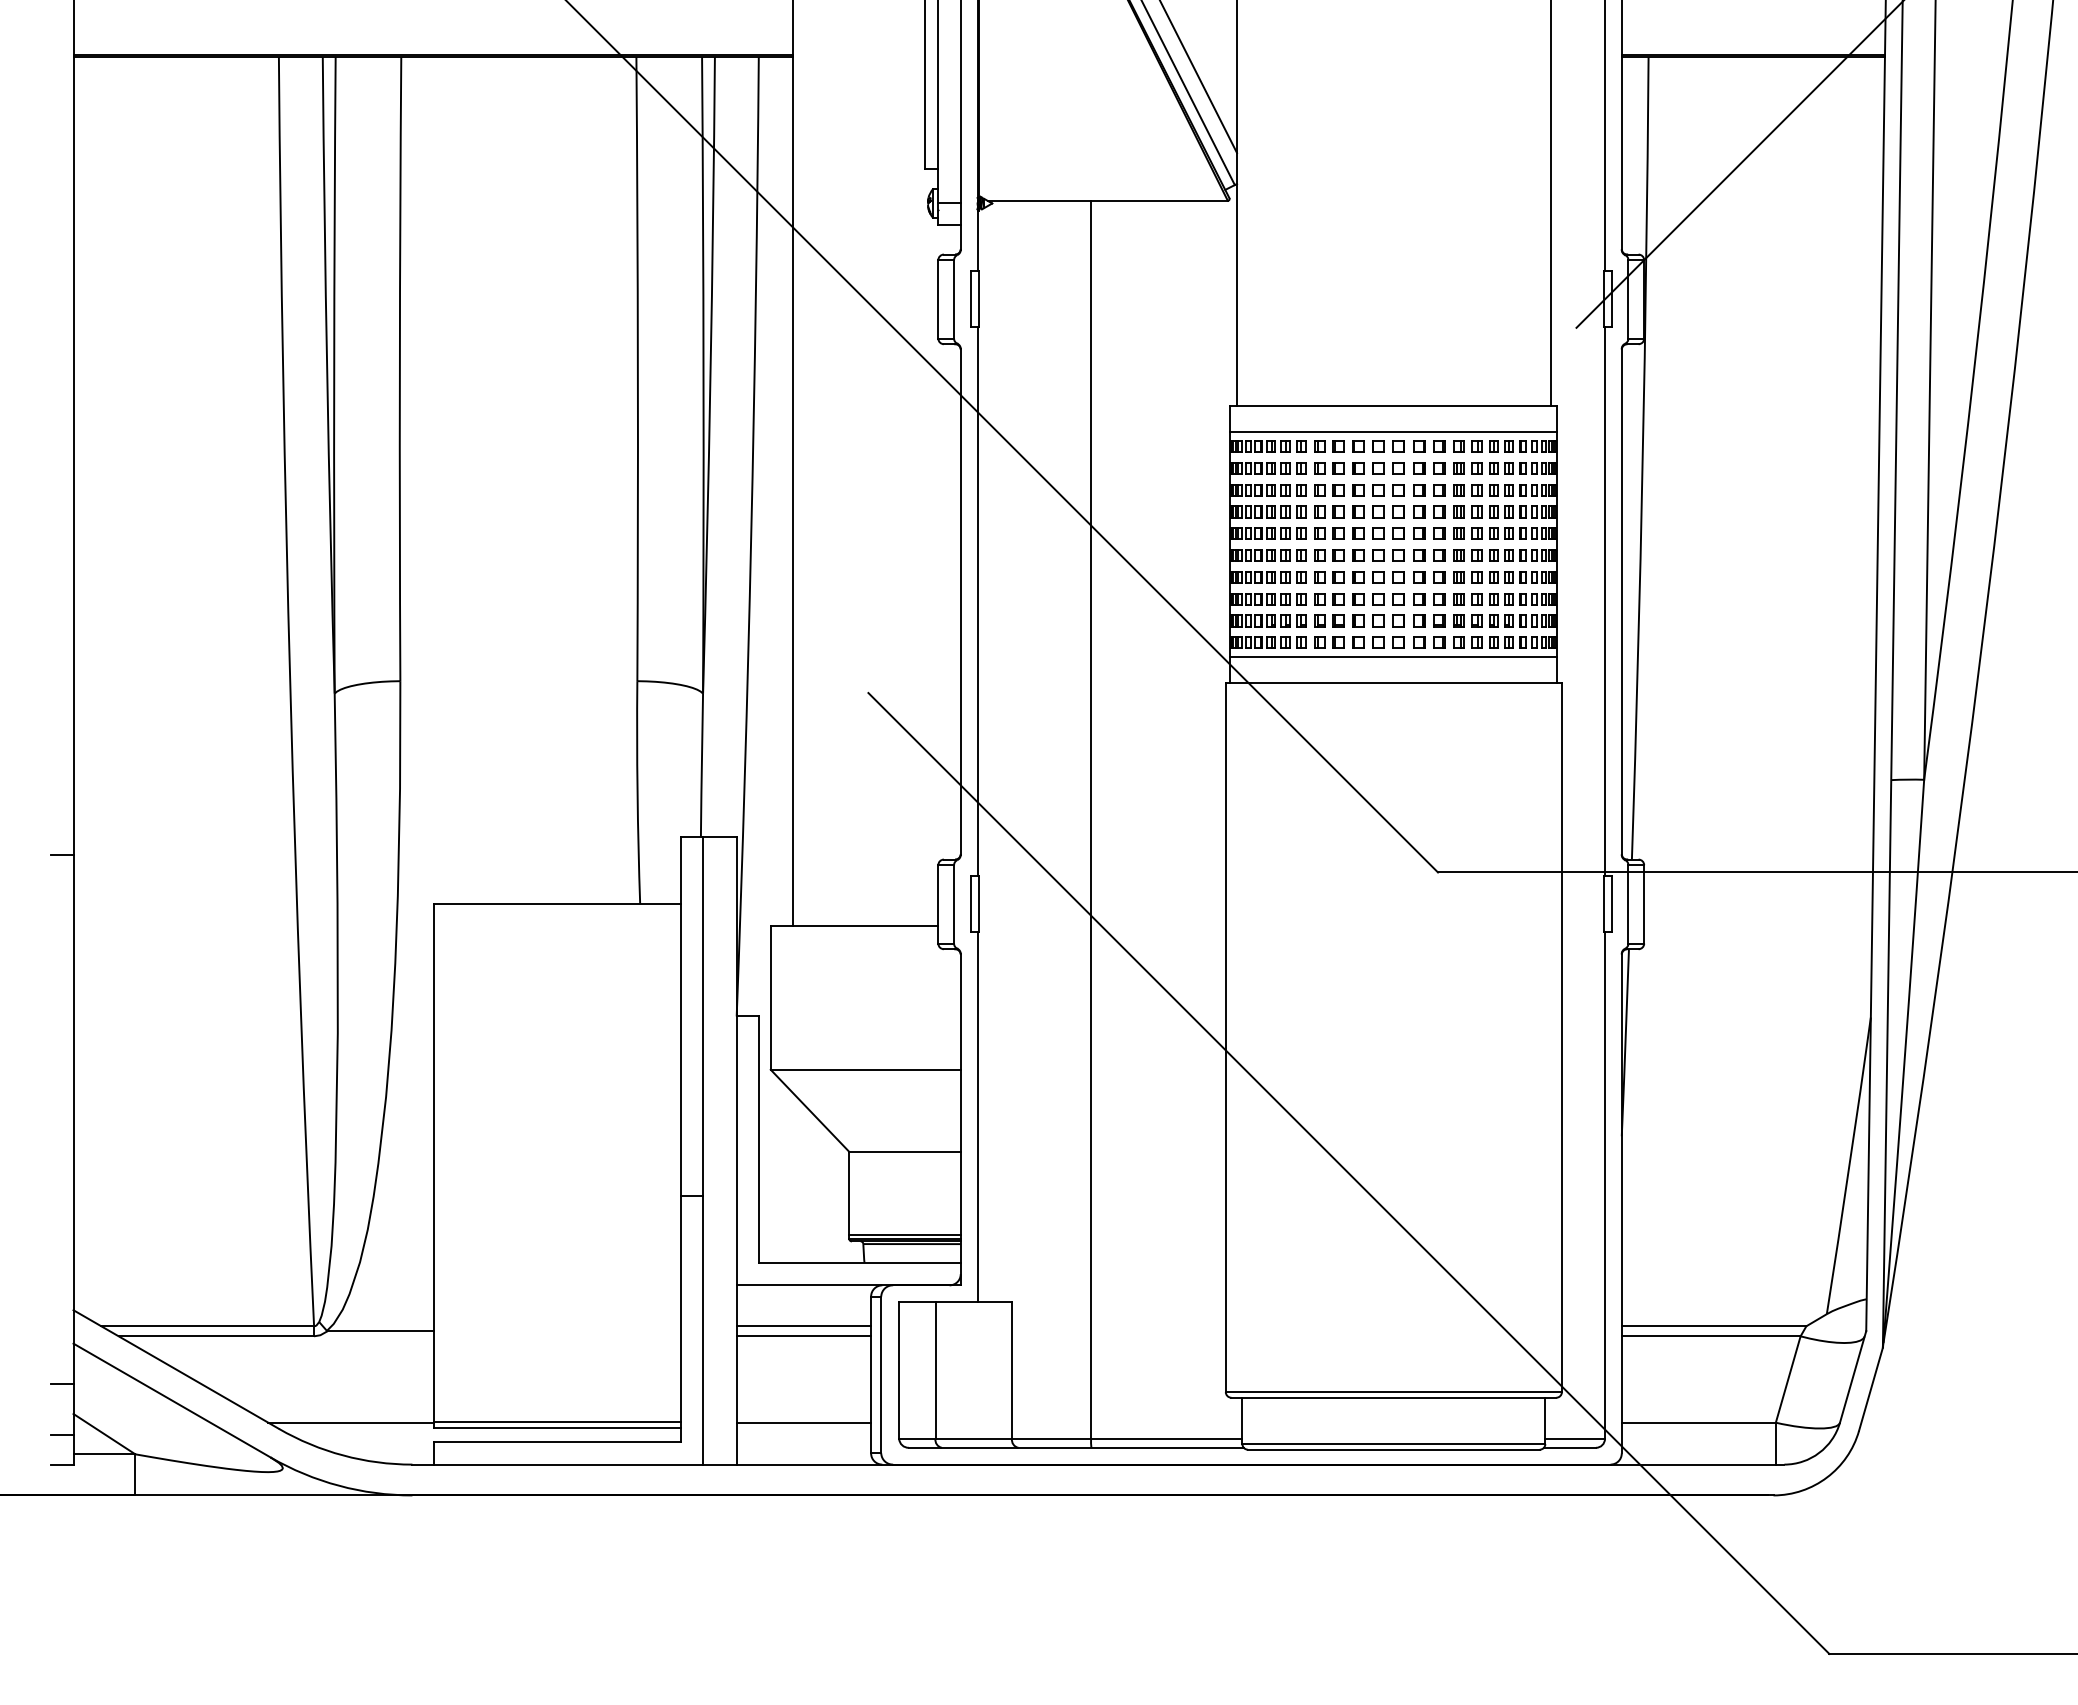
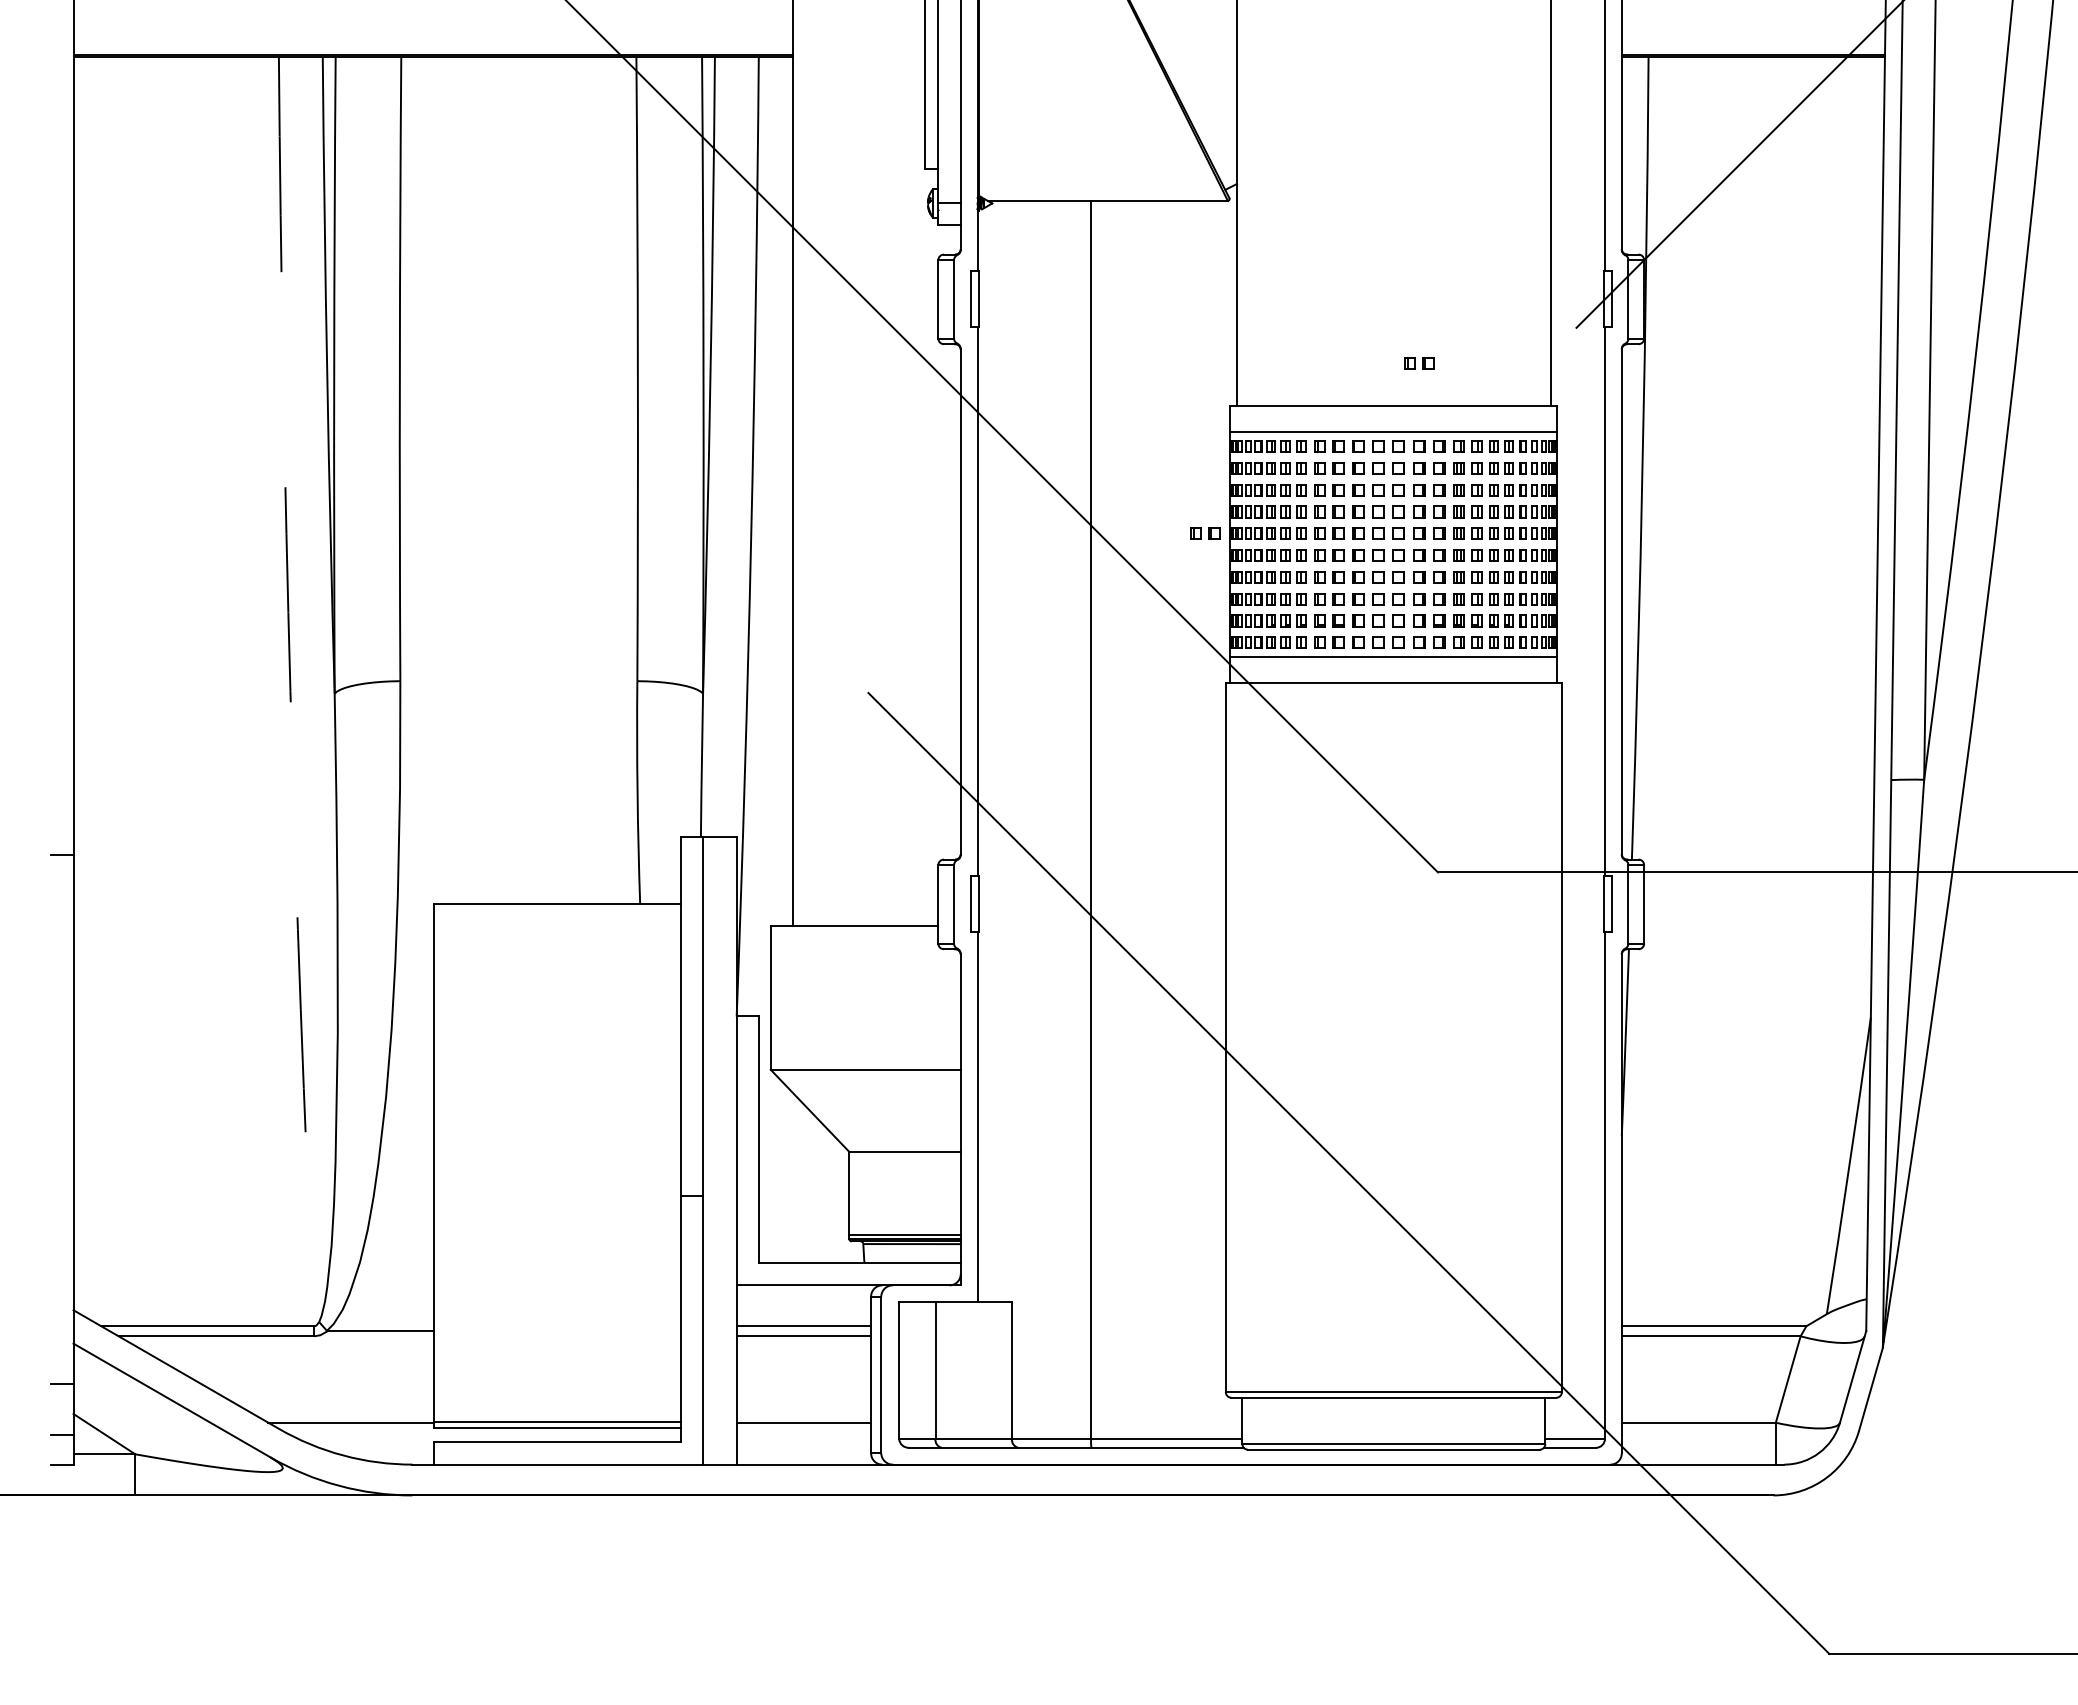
line at (1199, 77): present -> none
line at (1188, 93): present -> none
part at (1419, 363): none -> present
part at (1205, 533): none -> present
arc at (290, 691): solid -> dashed
